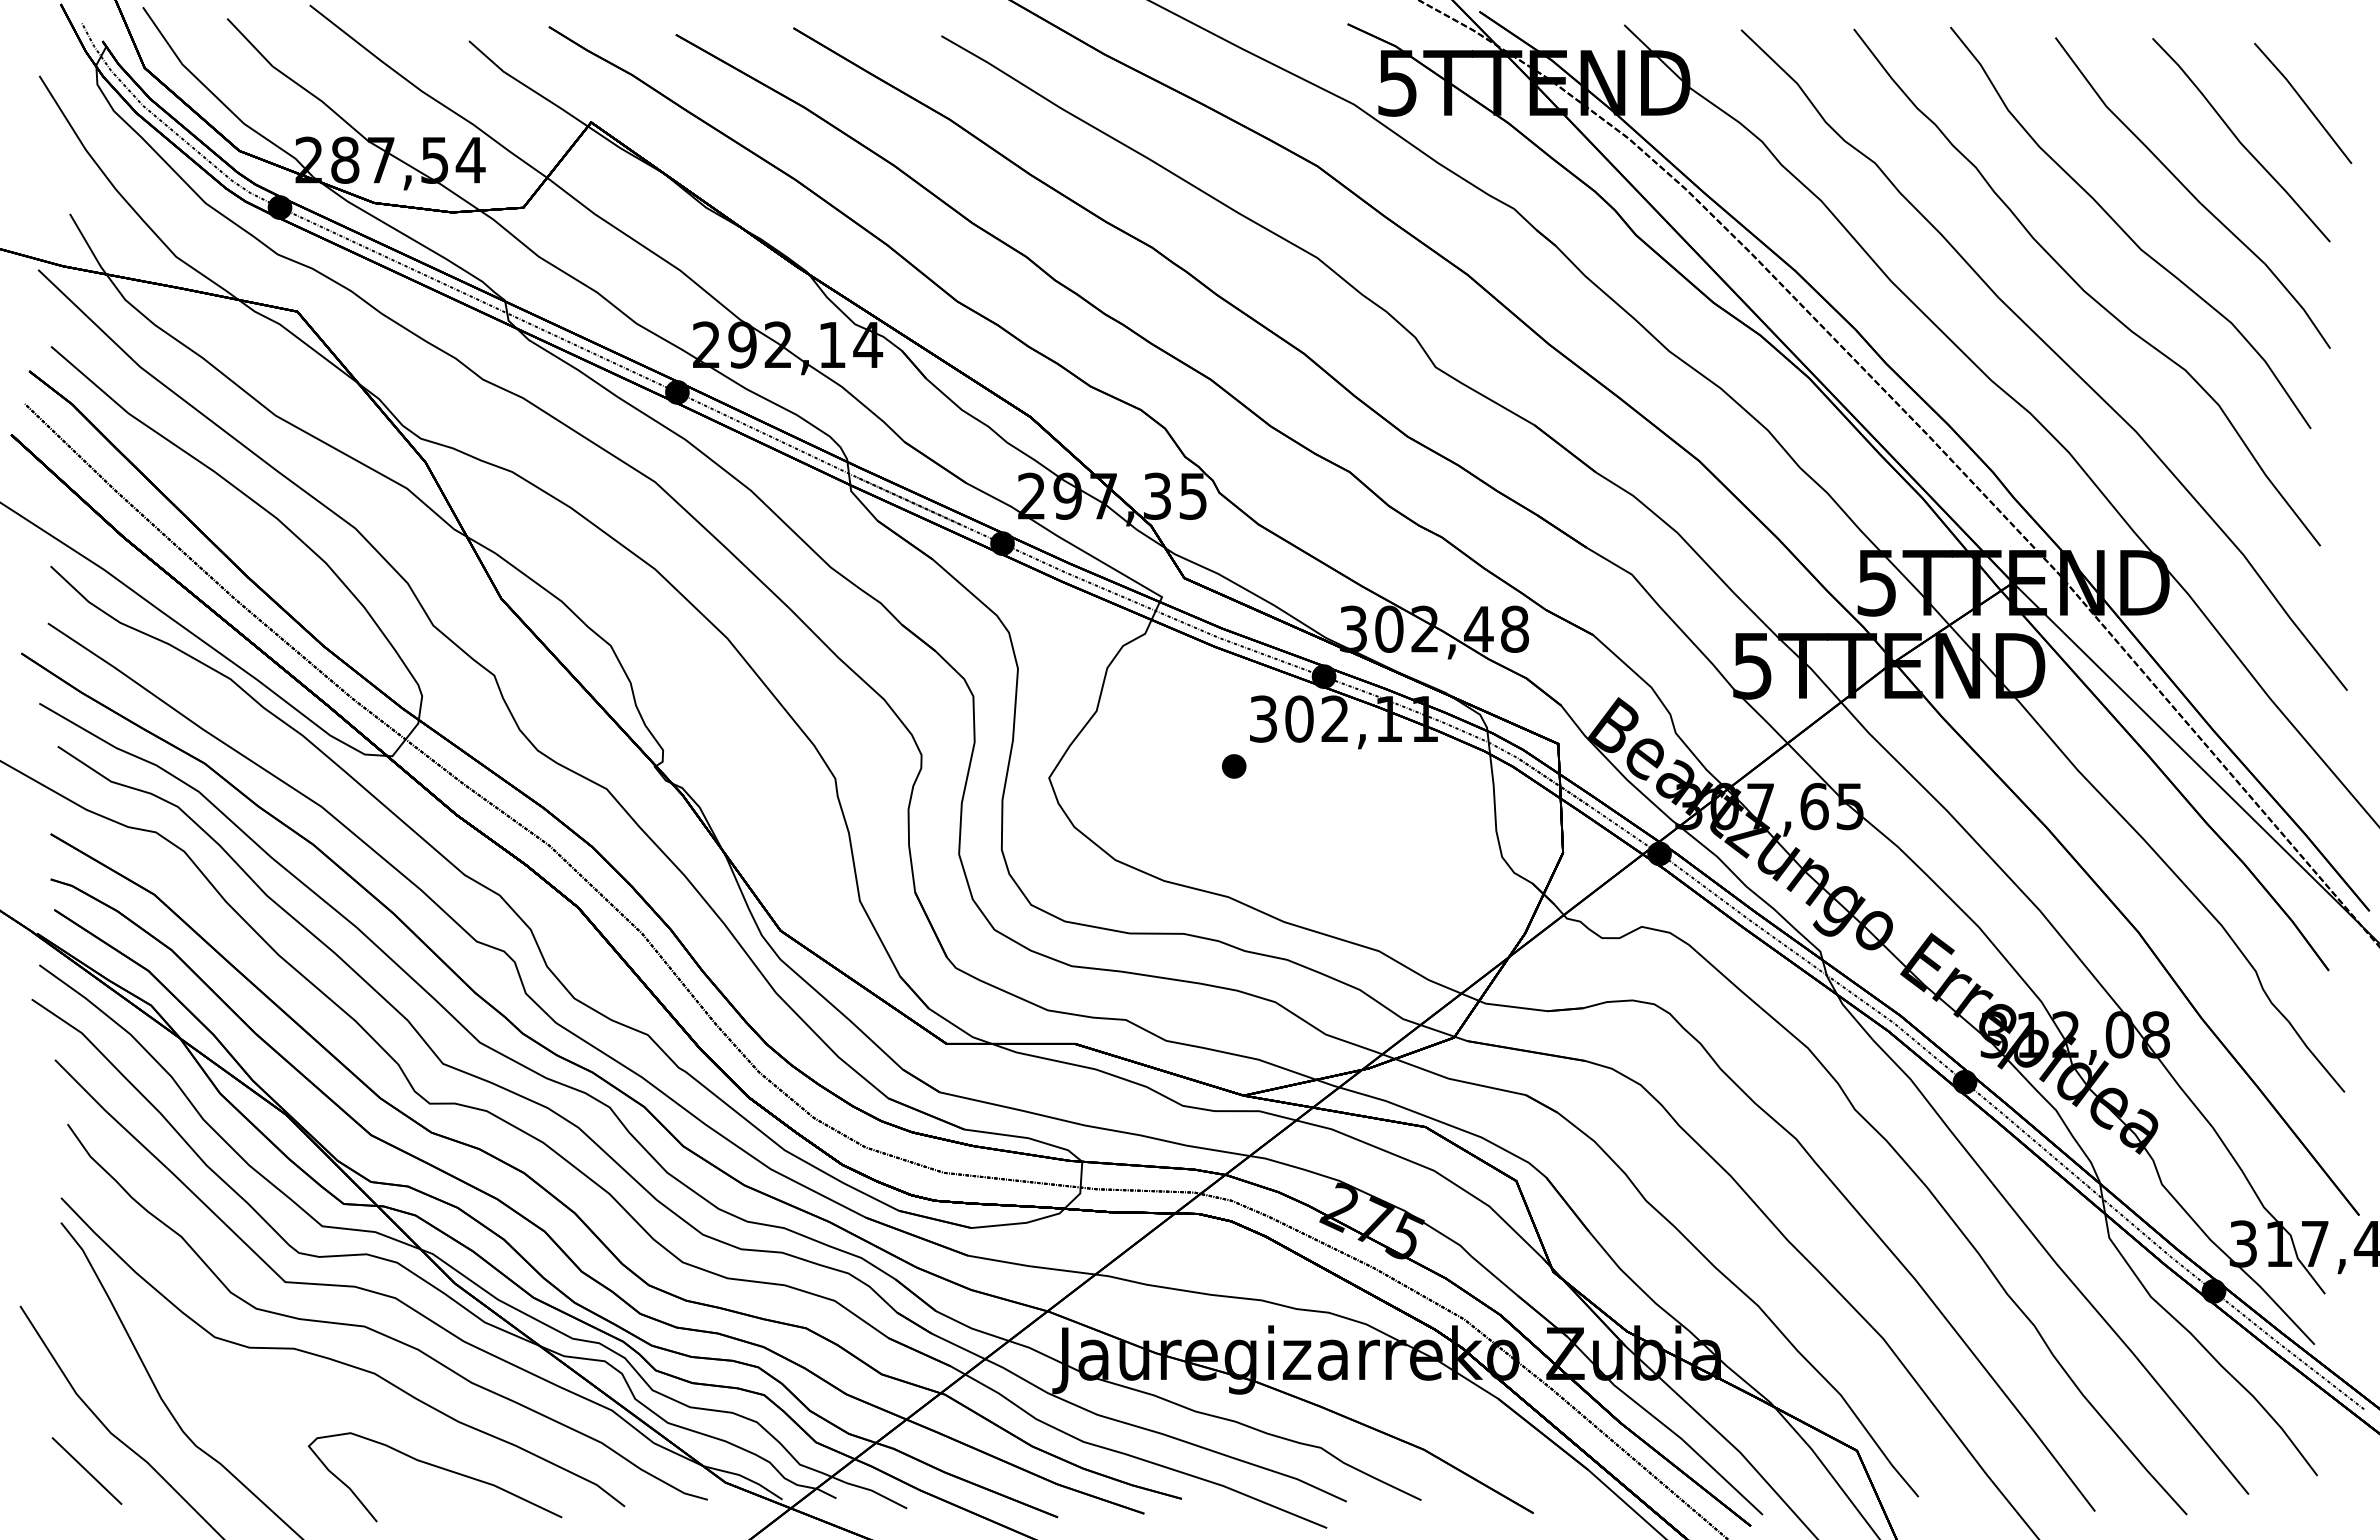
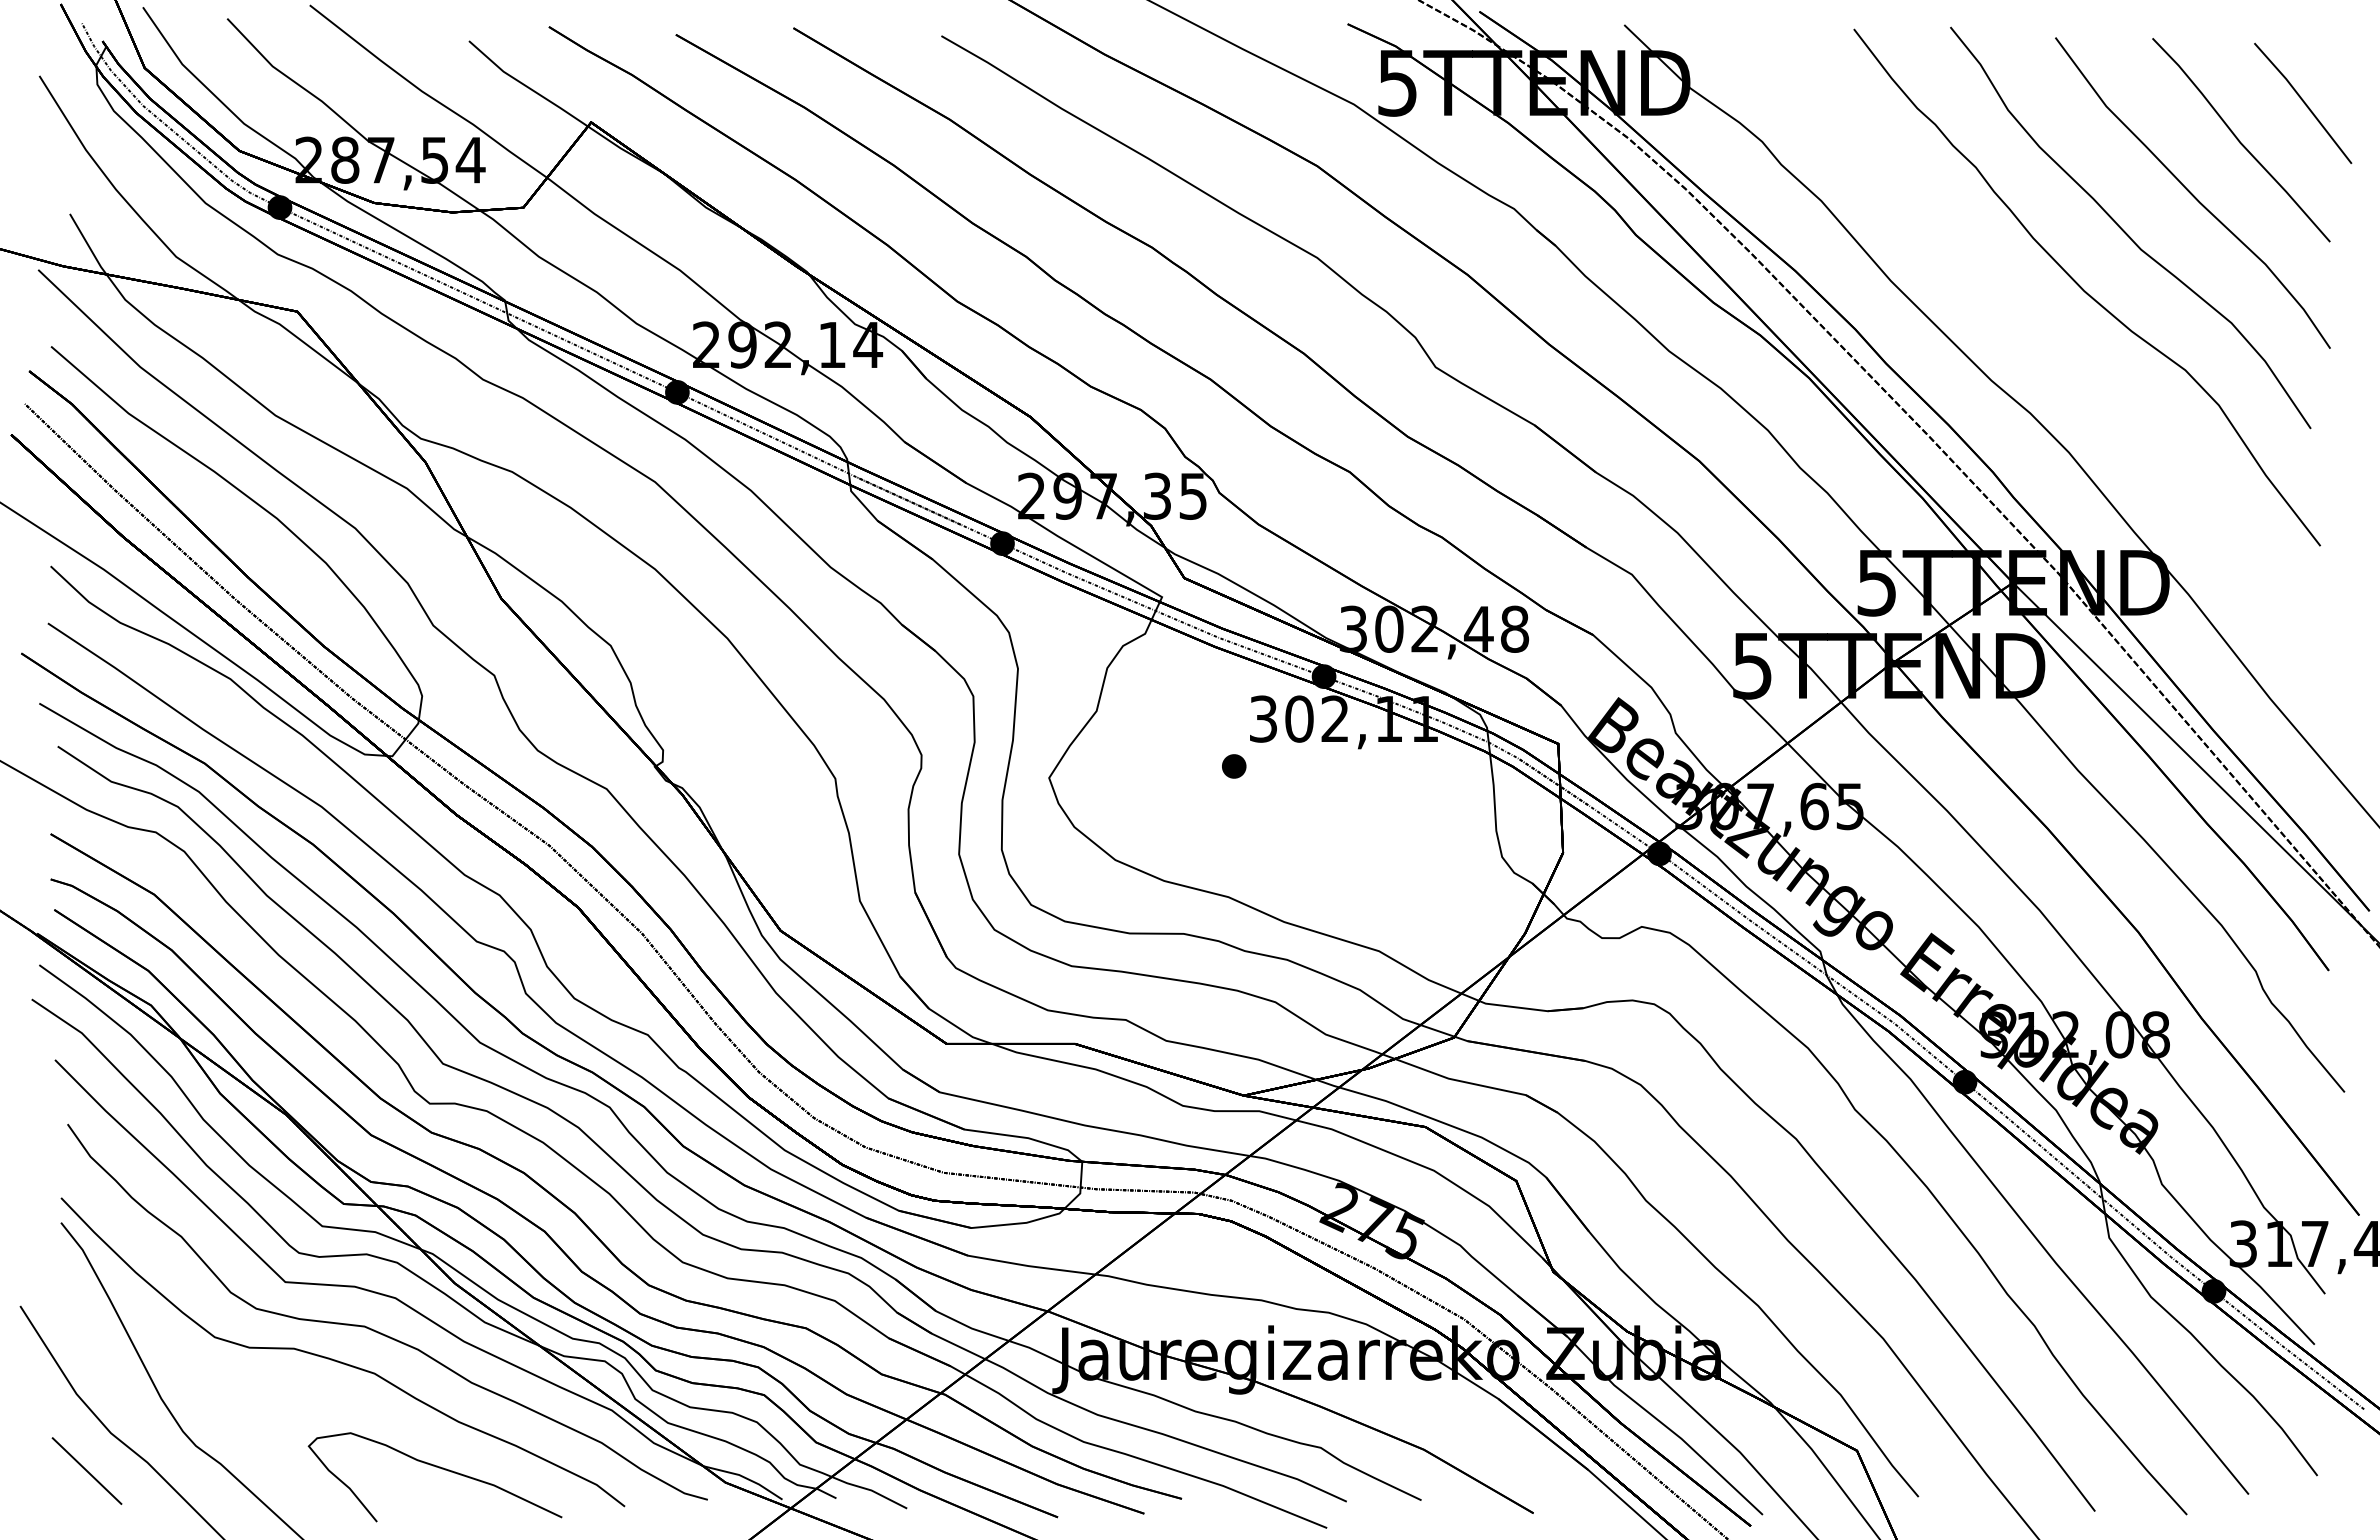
part at (2051, 350): present -> none
